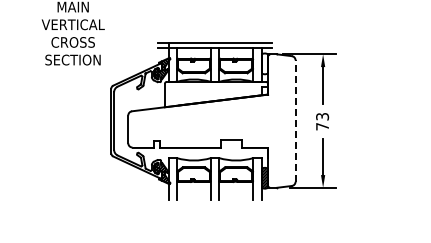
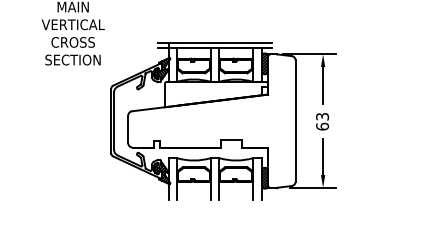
hatch at (264, 63): none -> present
line at (295, 121): dashed -> solid
text at (322, 126): 73 -> 63
